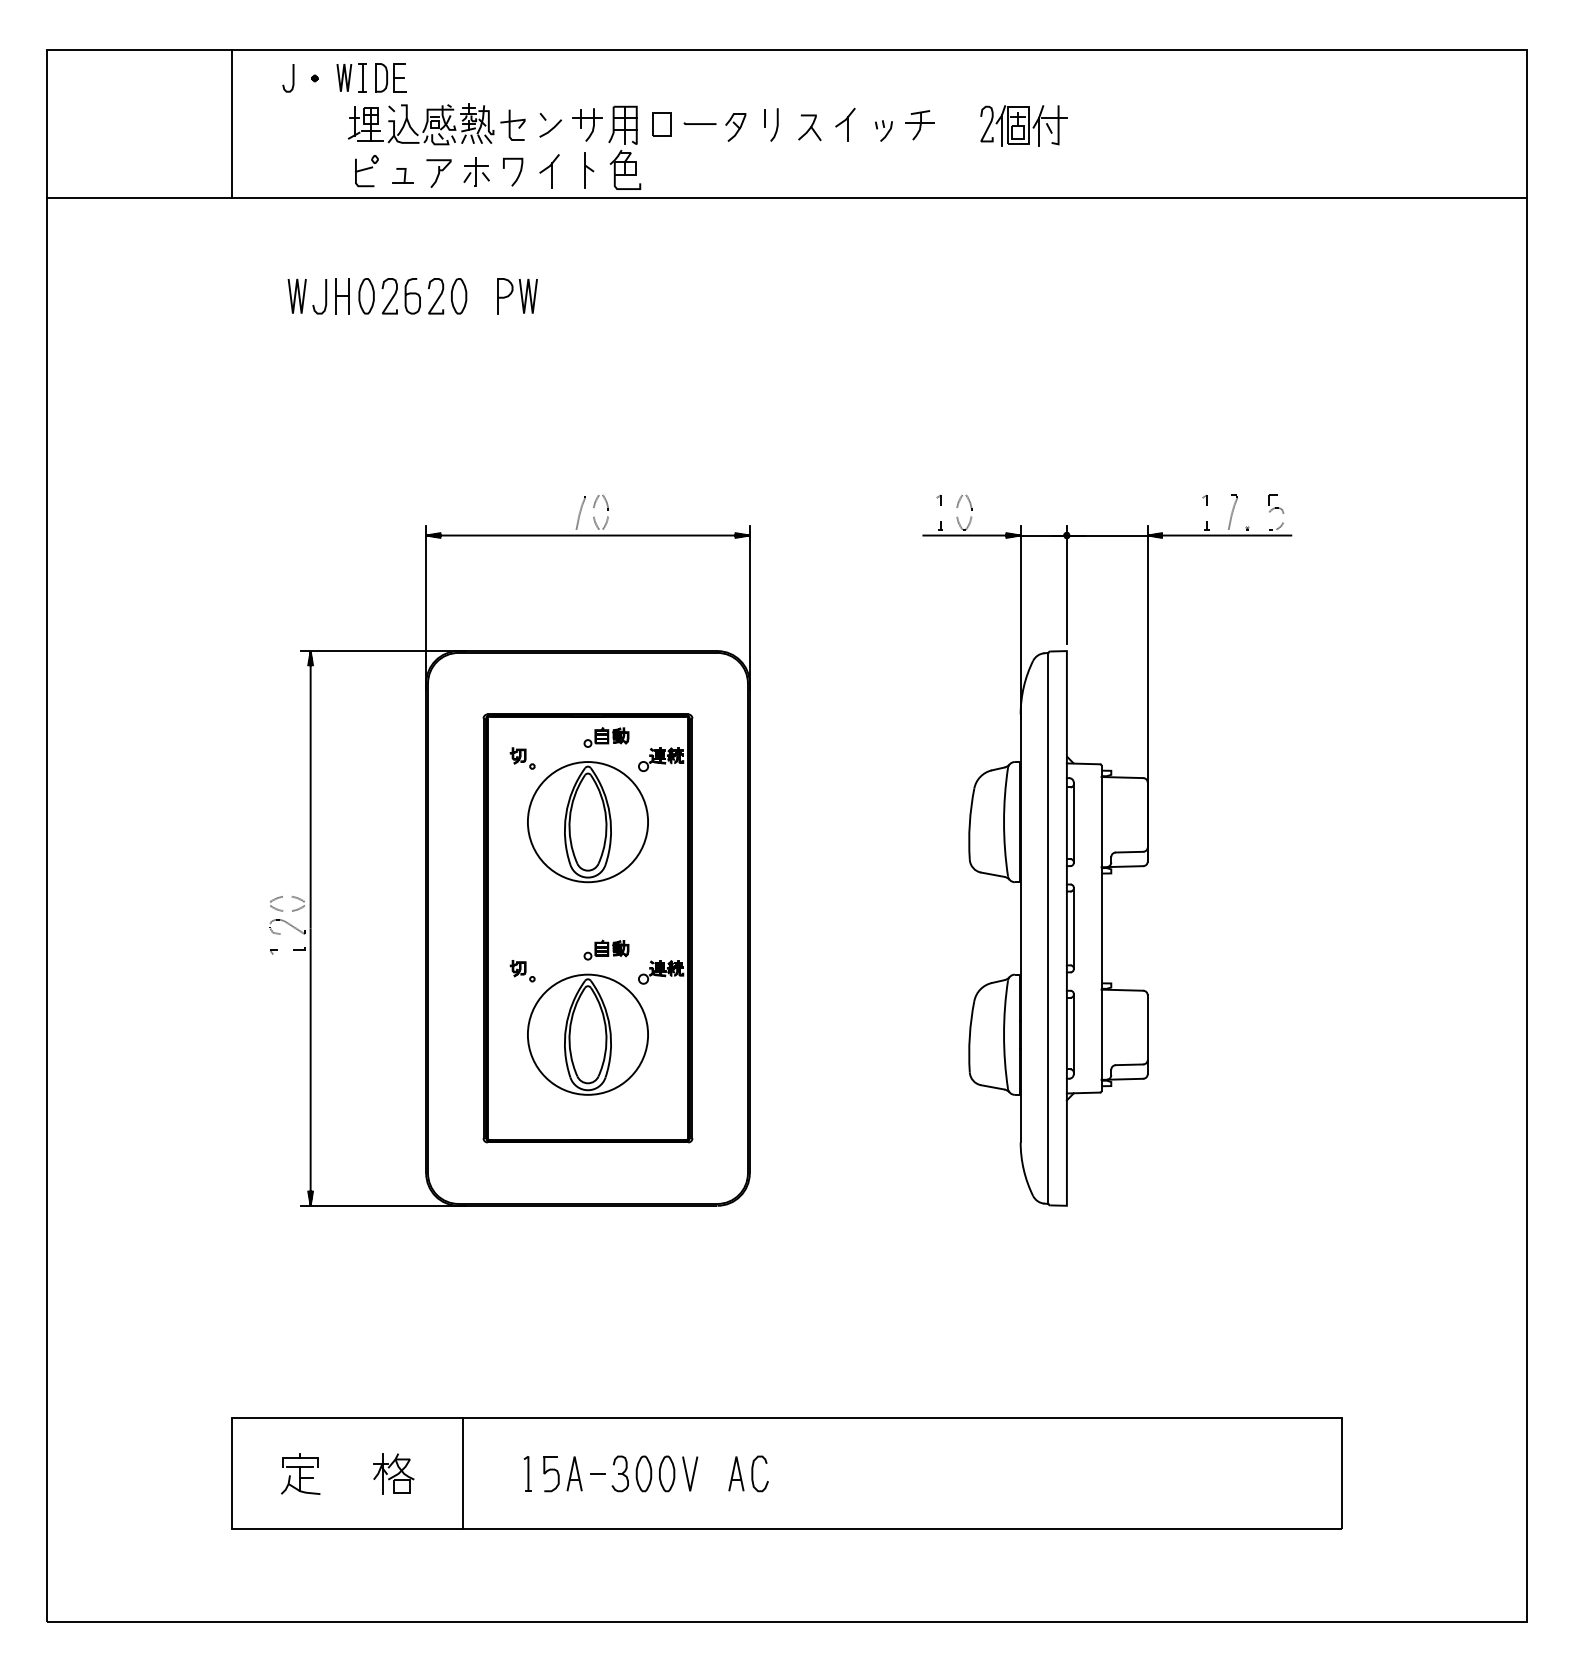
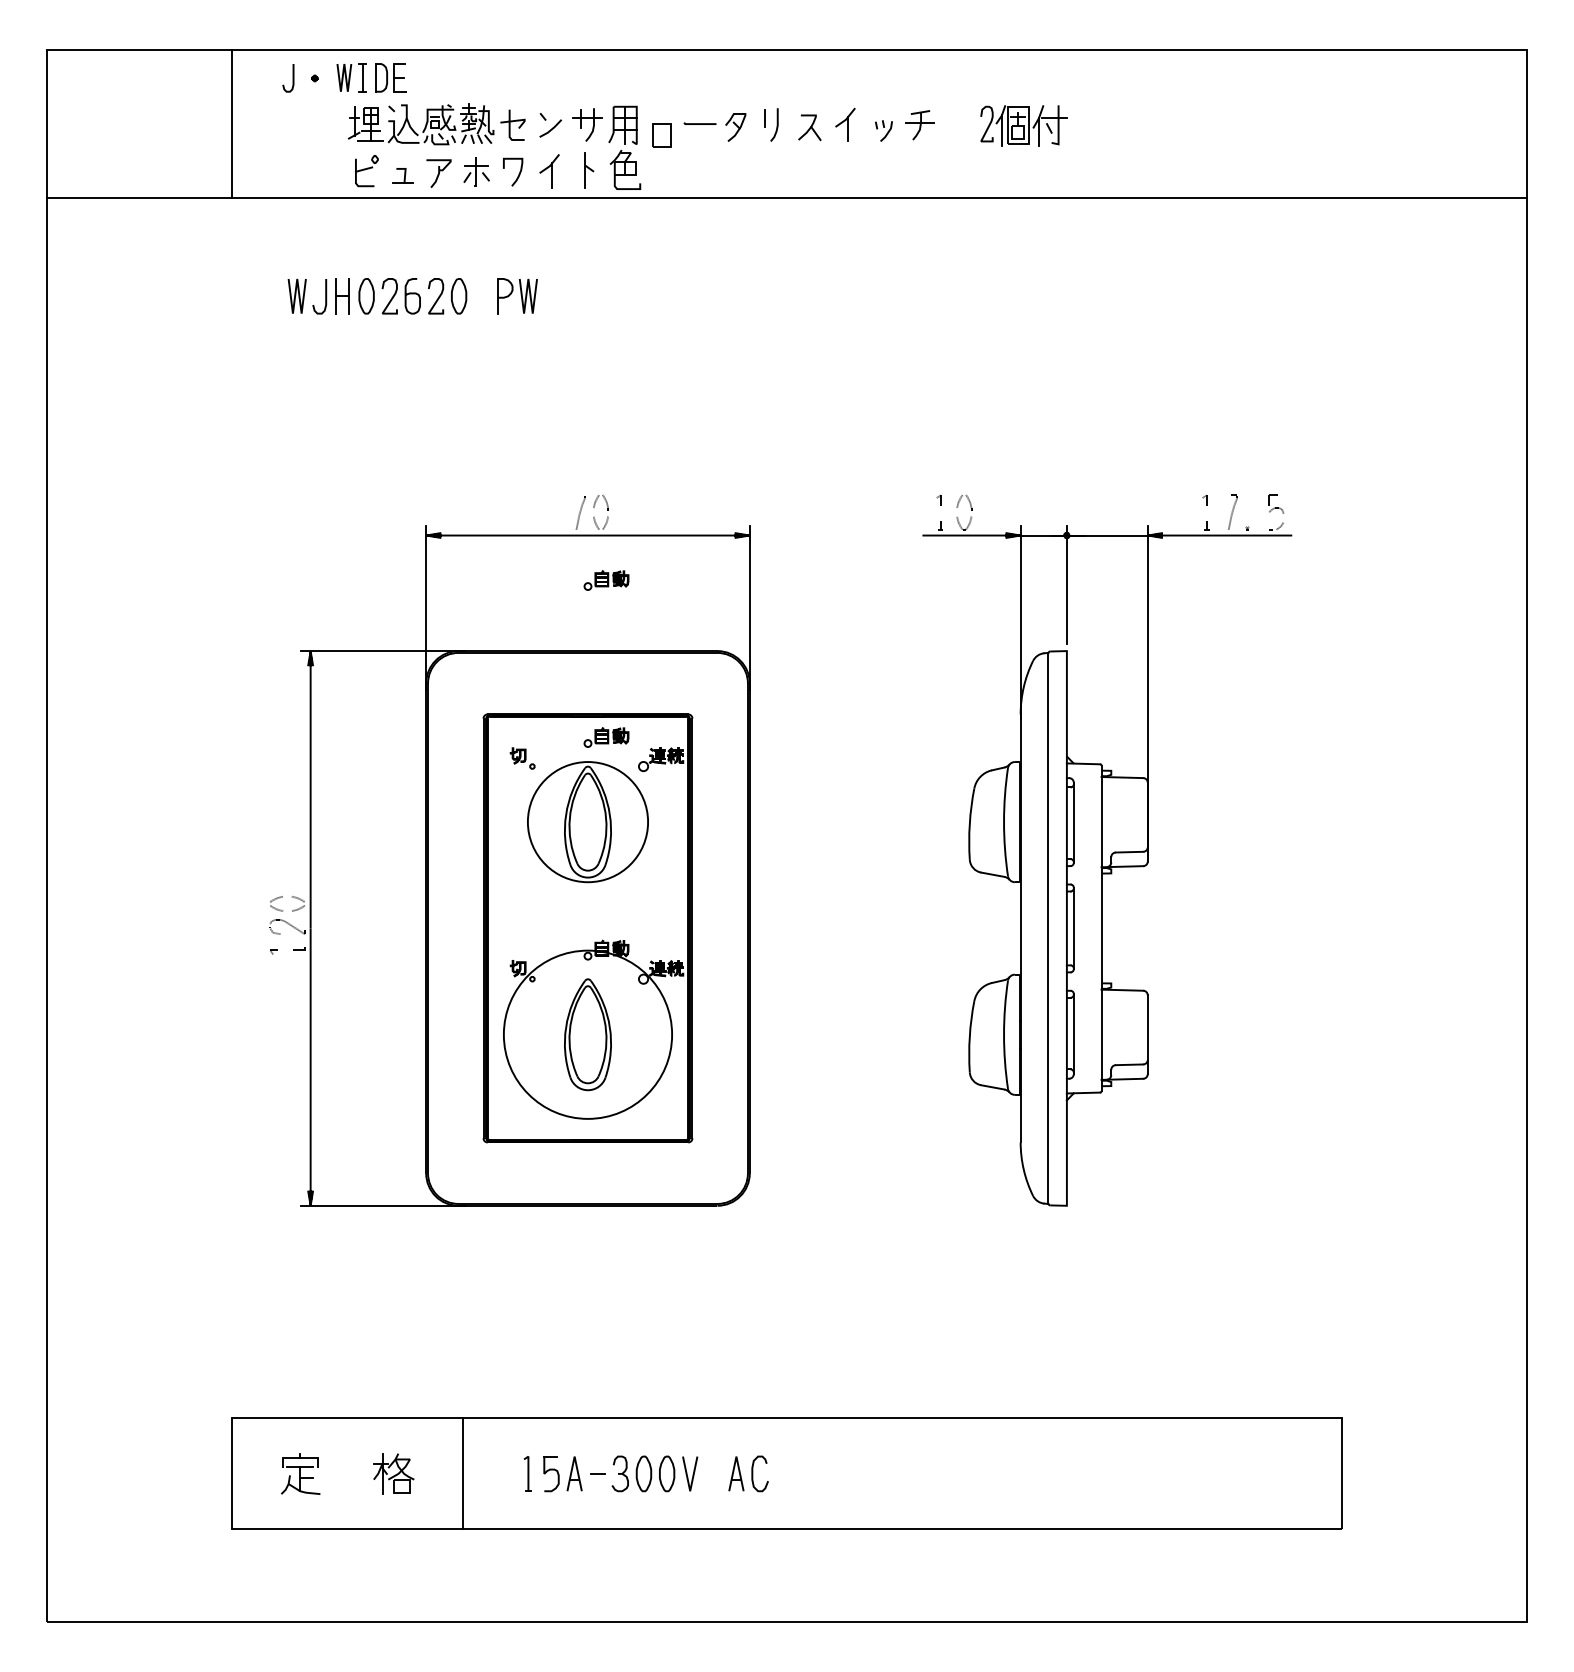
part at (661, 124) position: (661, 124) -> (661, 135)
part at (606, 580): none -> present
circle at (587, 1034) diameter: 120 px -> 168 px
